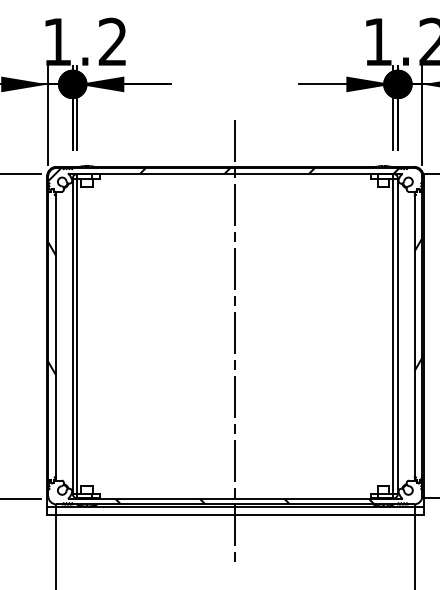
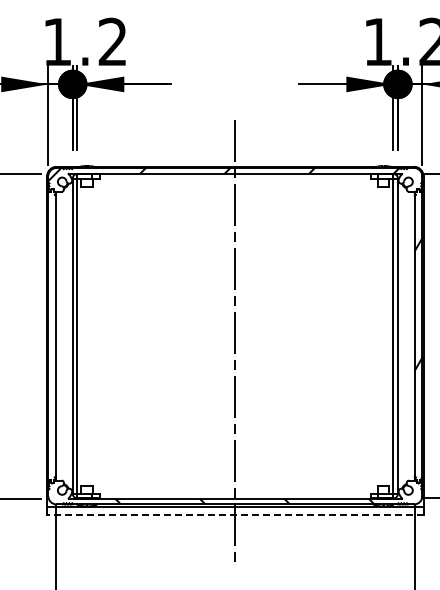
hatch at (51, 308): present -> none
line at (234, 514): solid -> dashed
